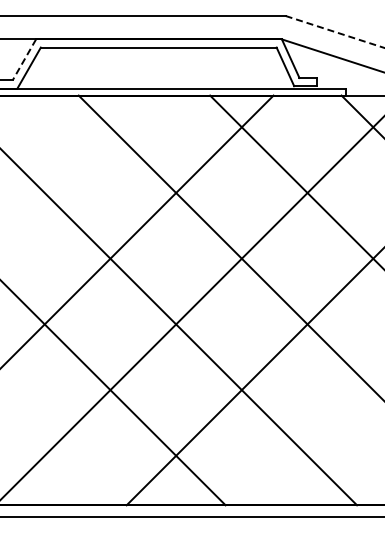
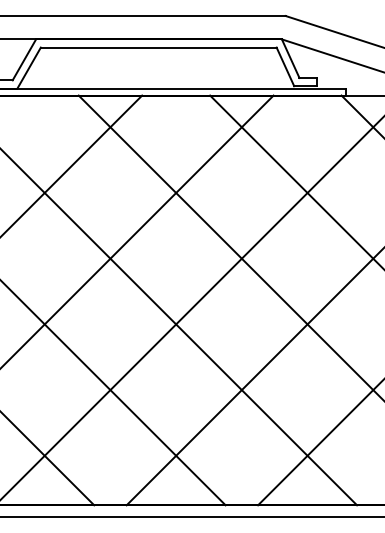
line at (334, 31): dashed -> solid
line at (24, 59): dashed -> solid
line at (72, 165): none -> present
line at (319, 443): none -> present
line at (48, 459): none -> present
